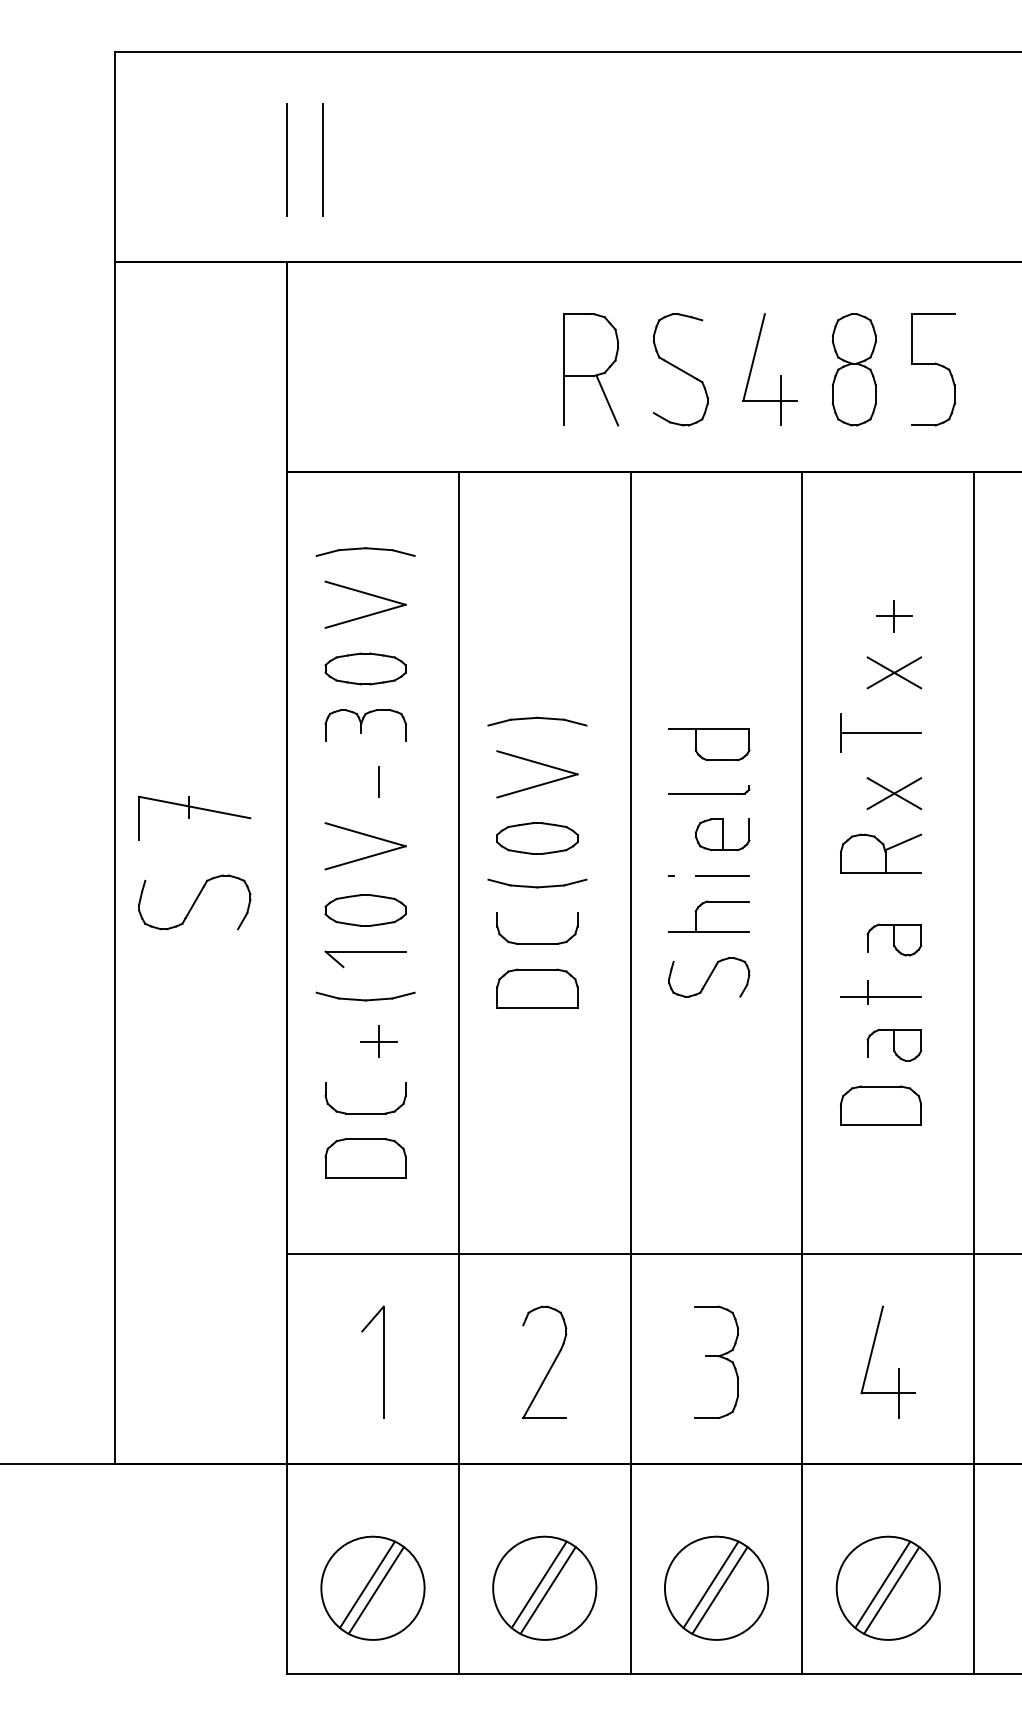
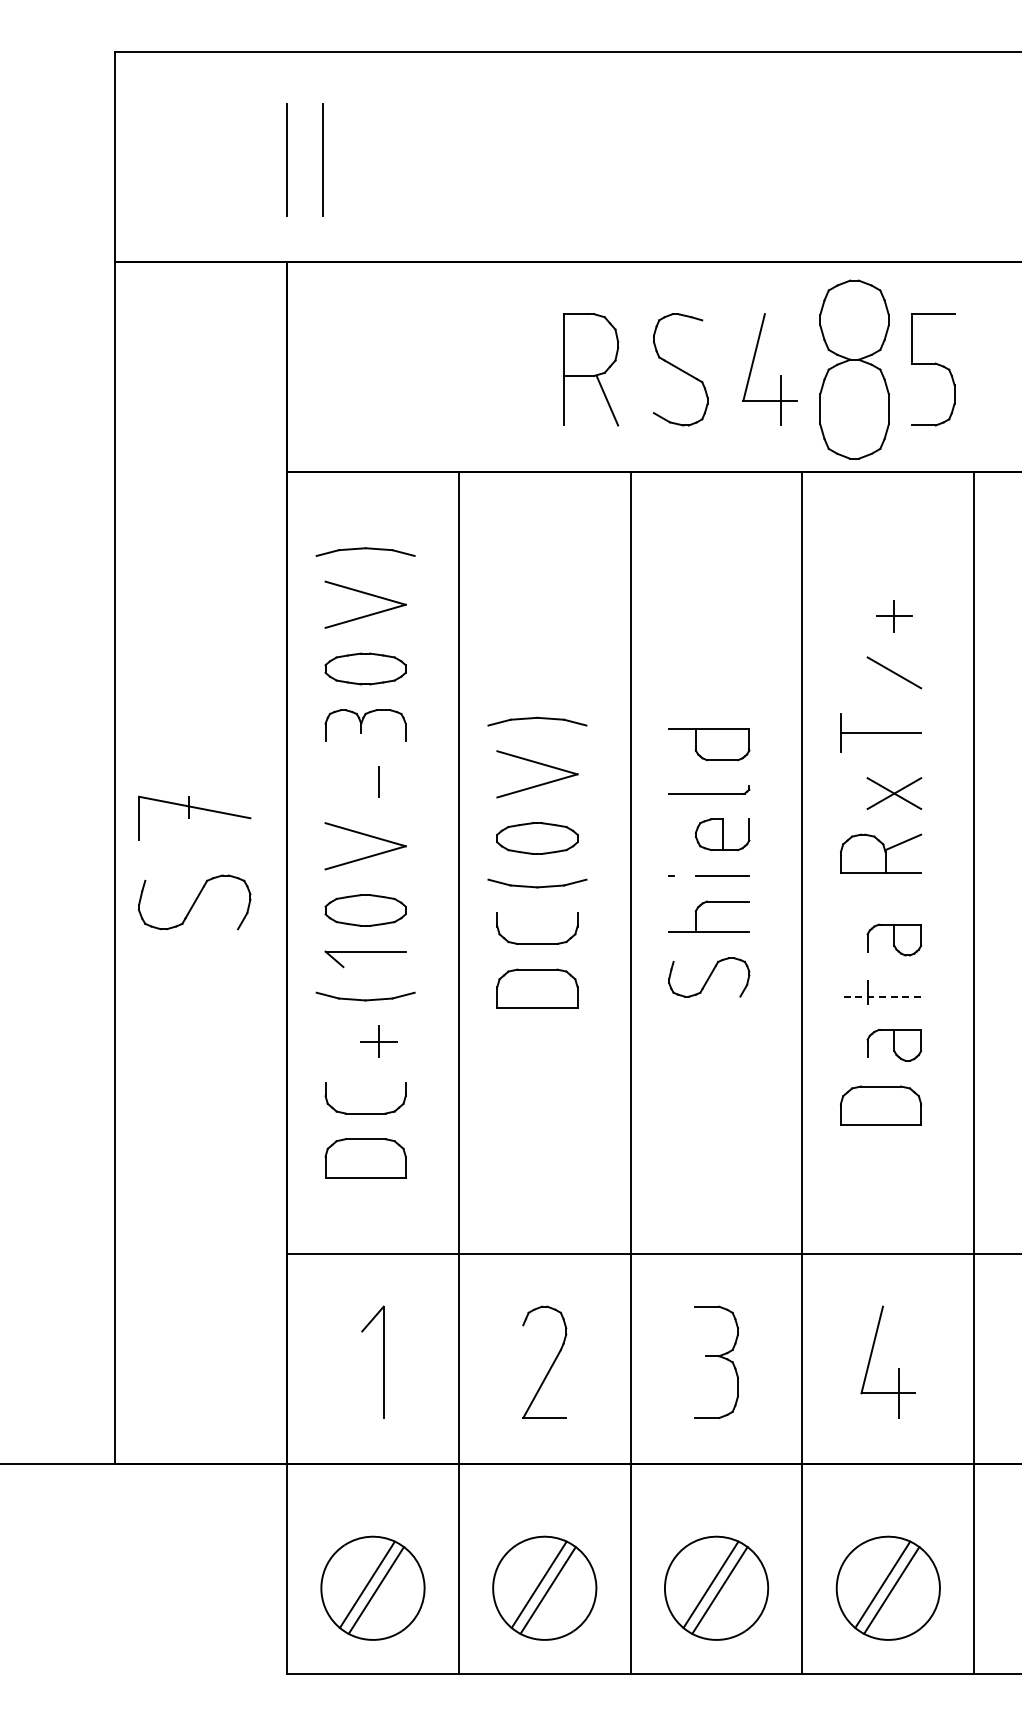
part at (853, 369) size: 46x114 px -> 71x181 px
line at (894, 672): present -> none
line at (880, 996): solid -> dashed
